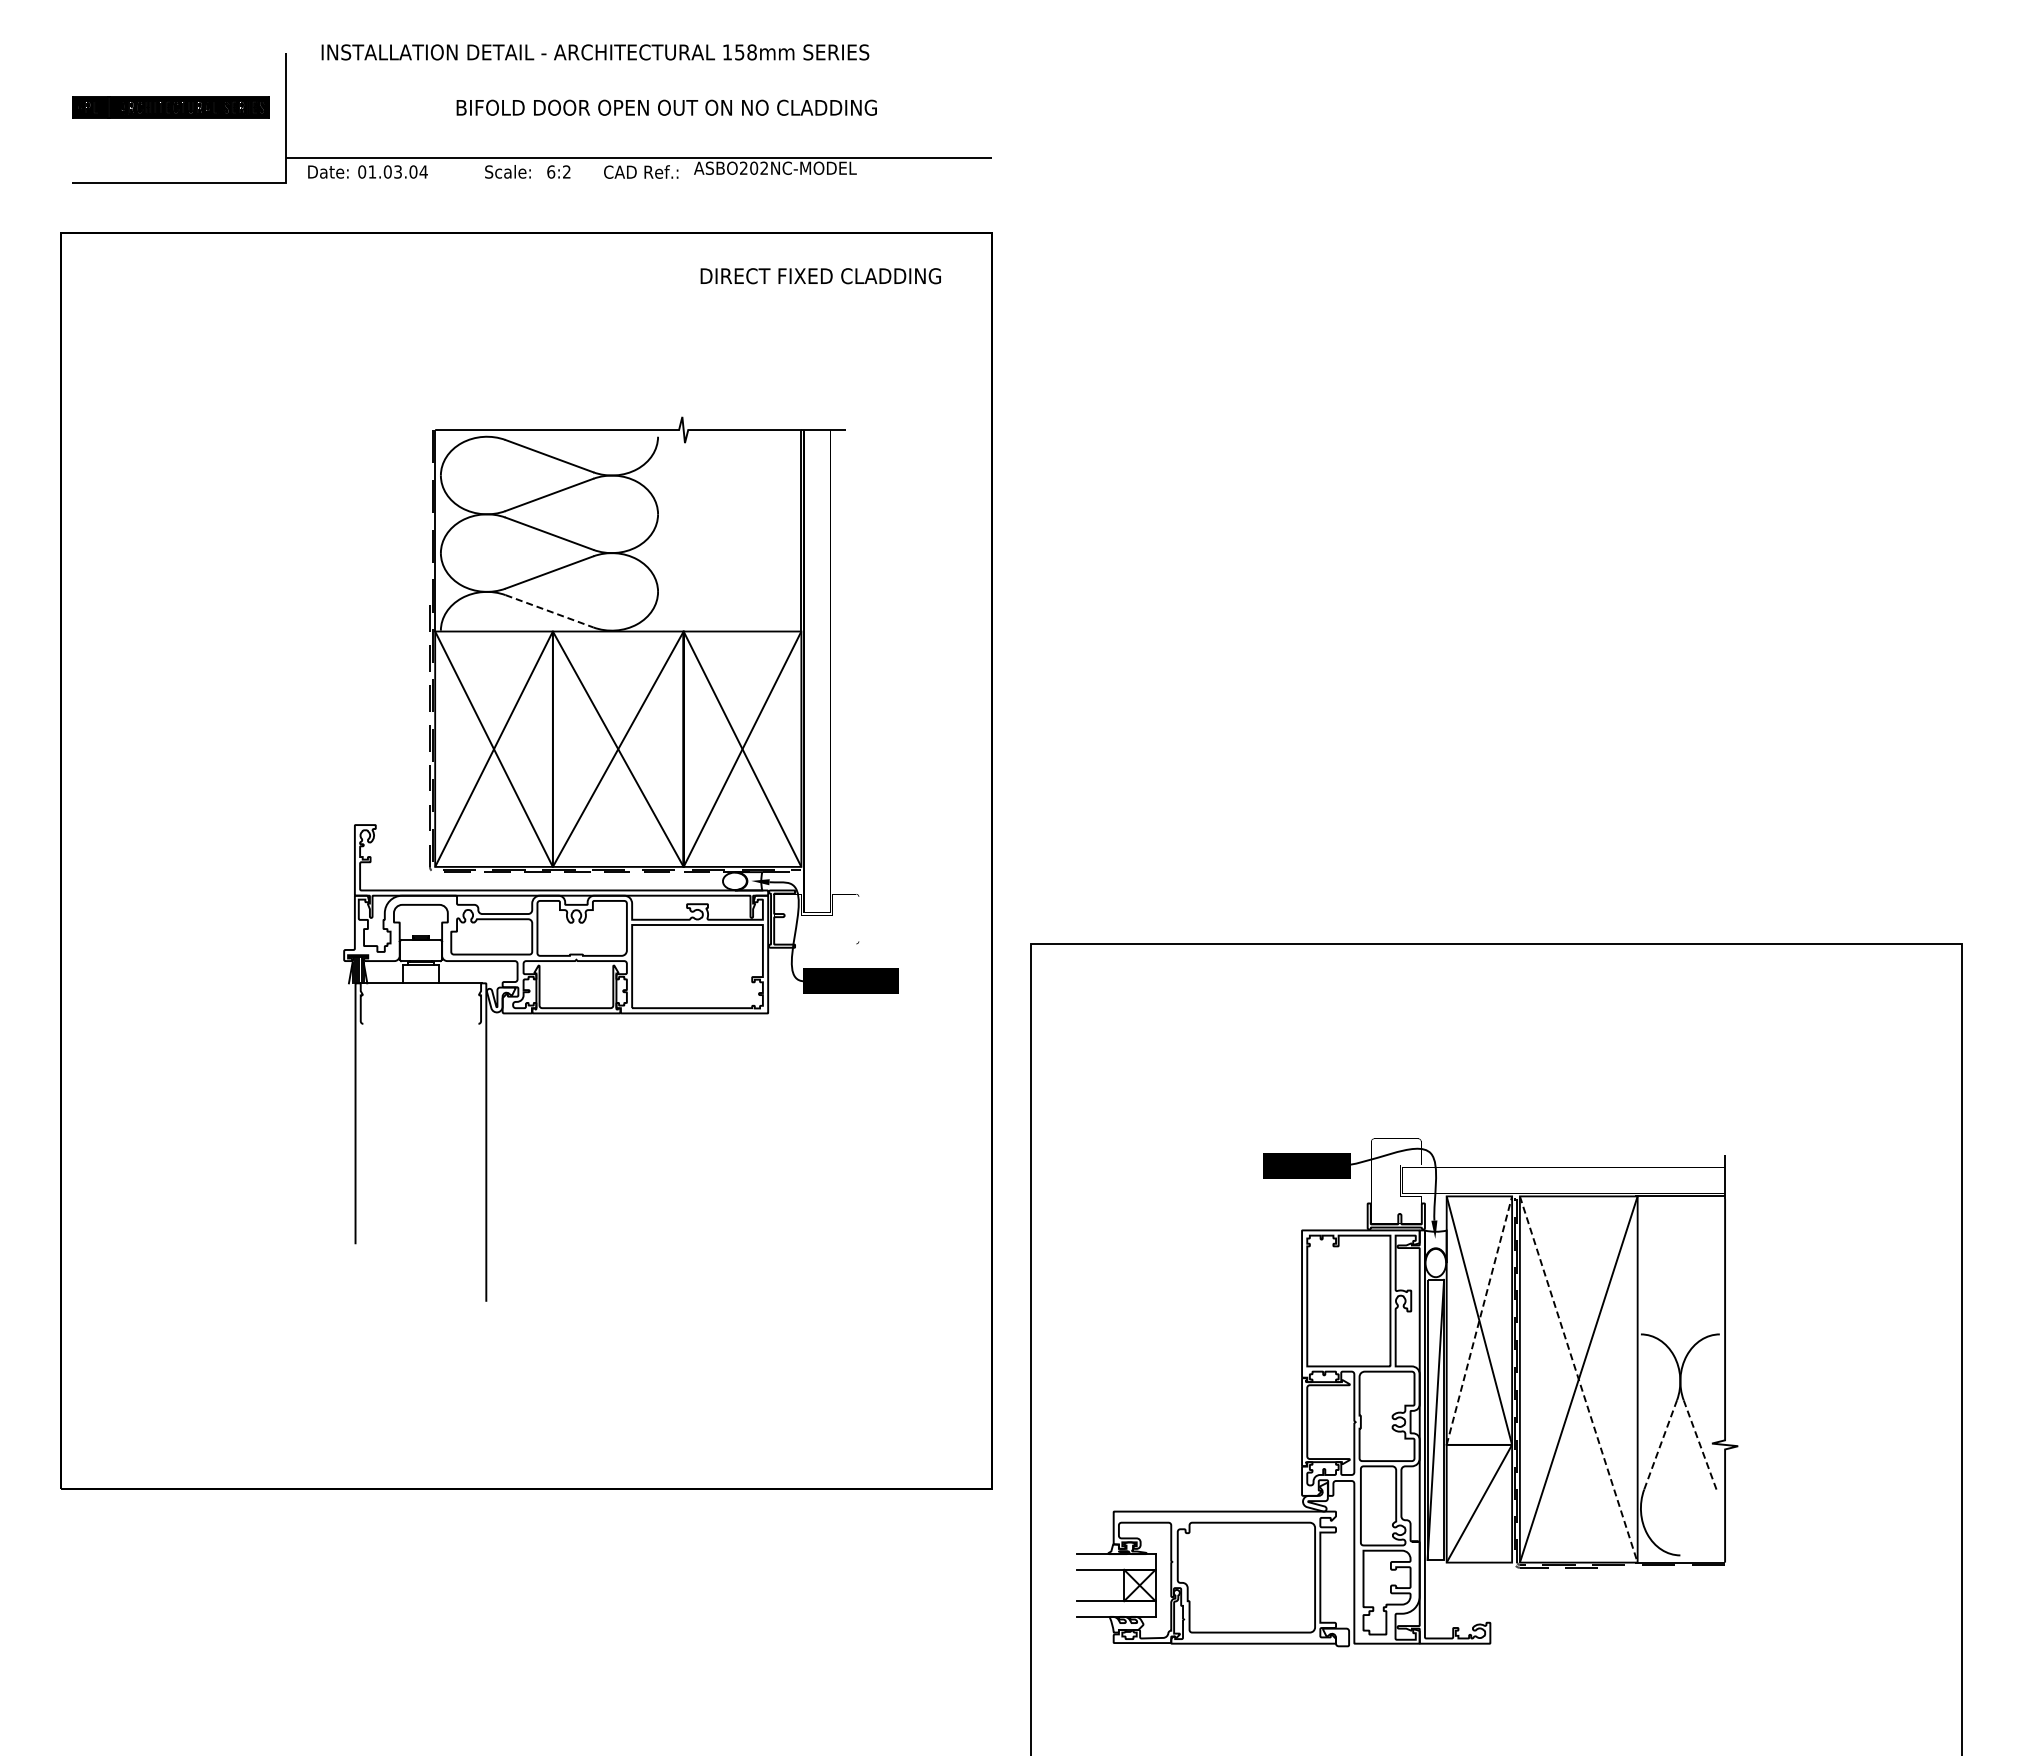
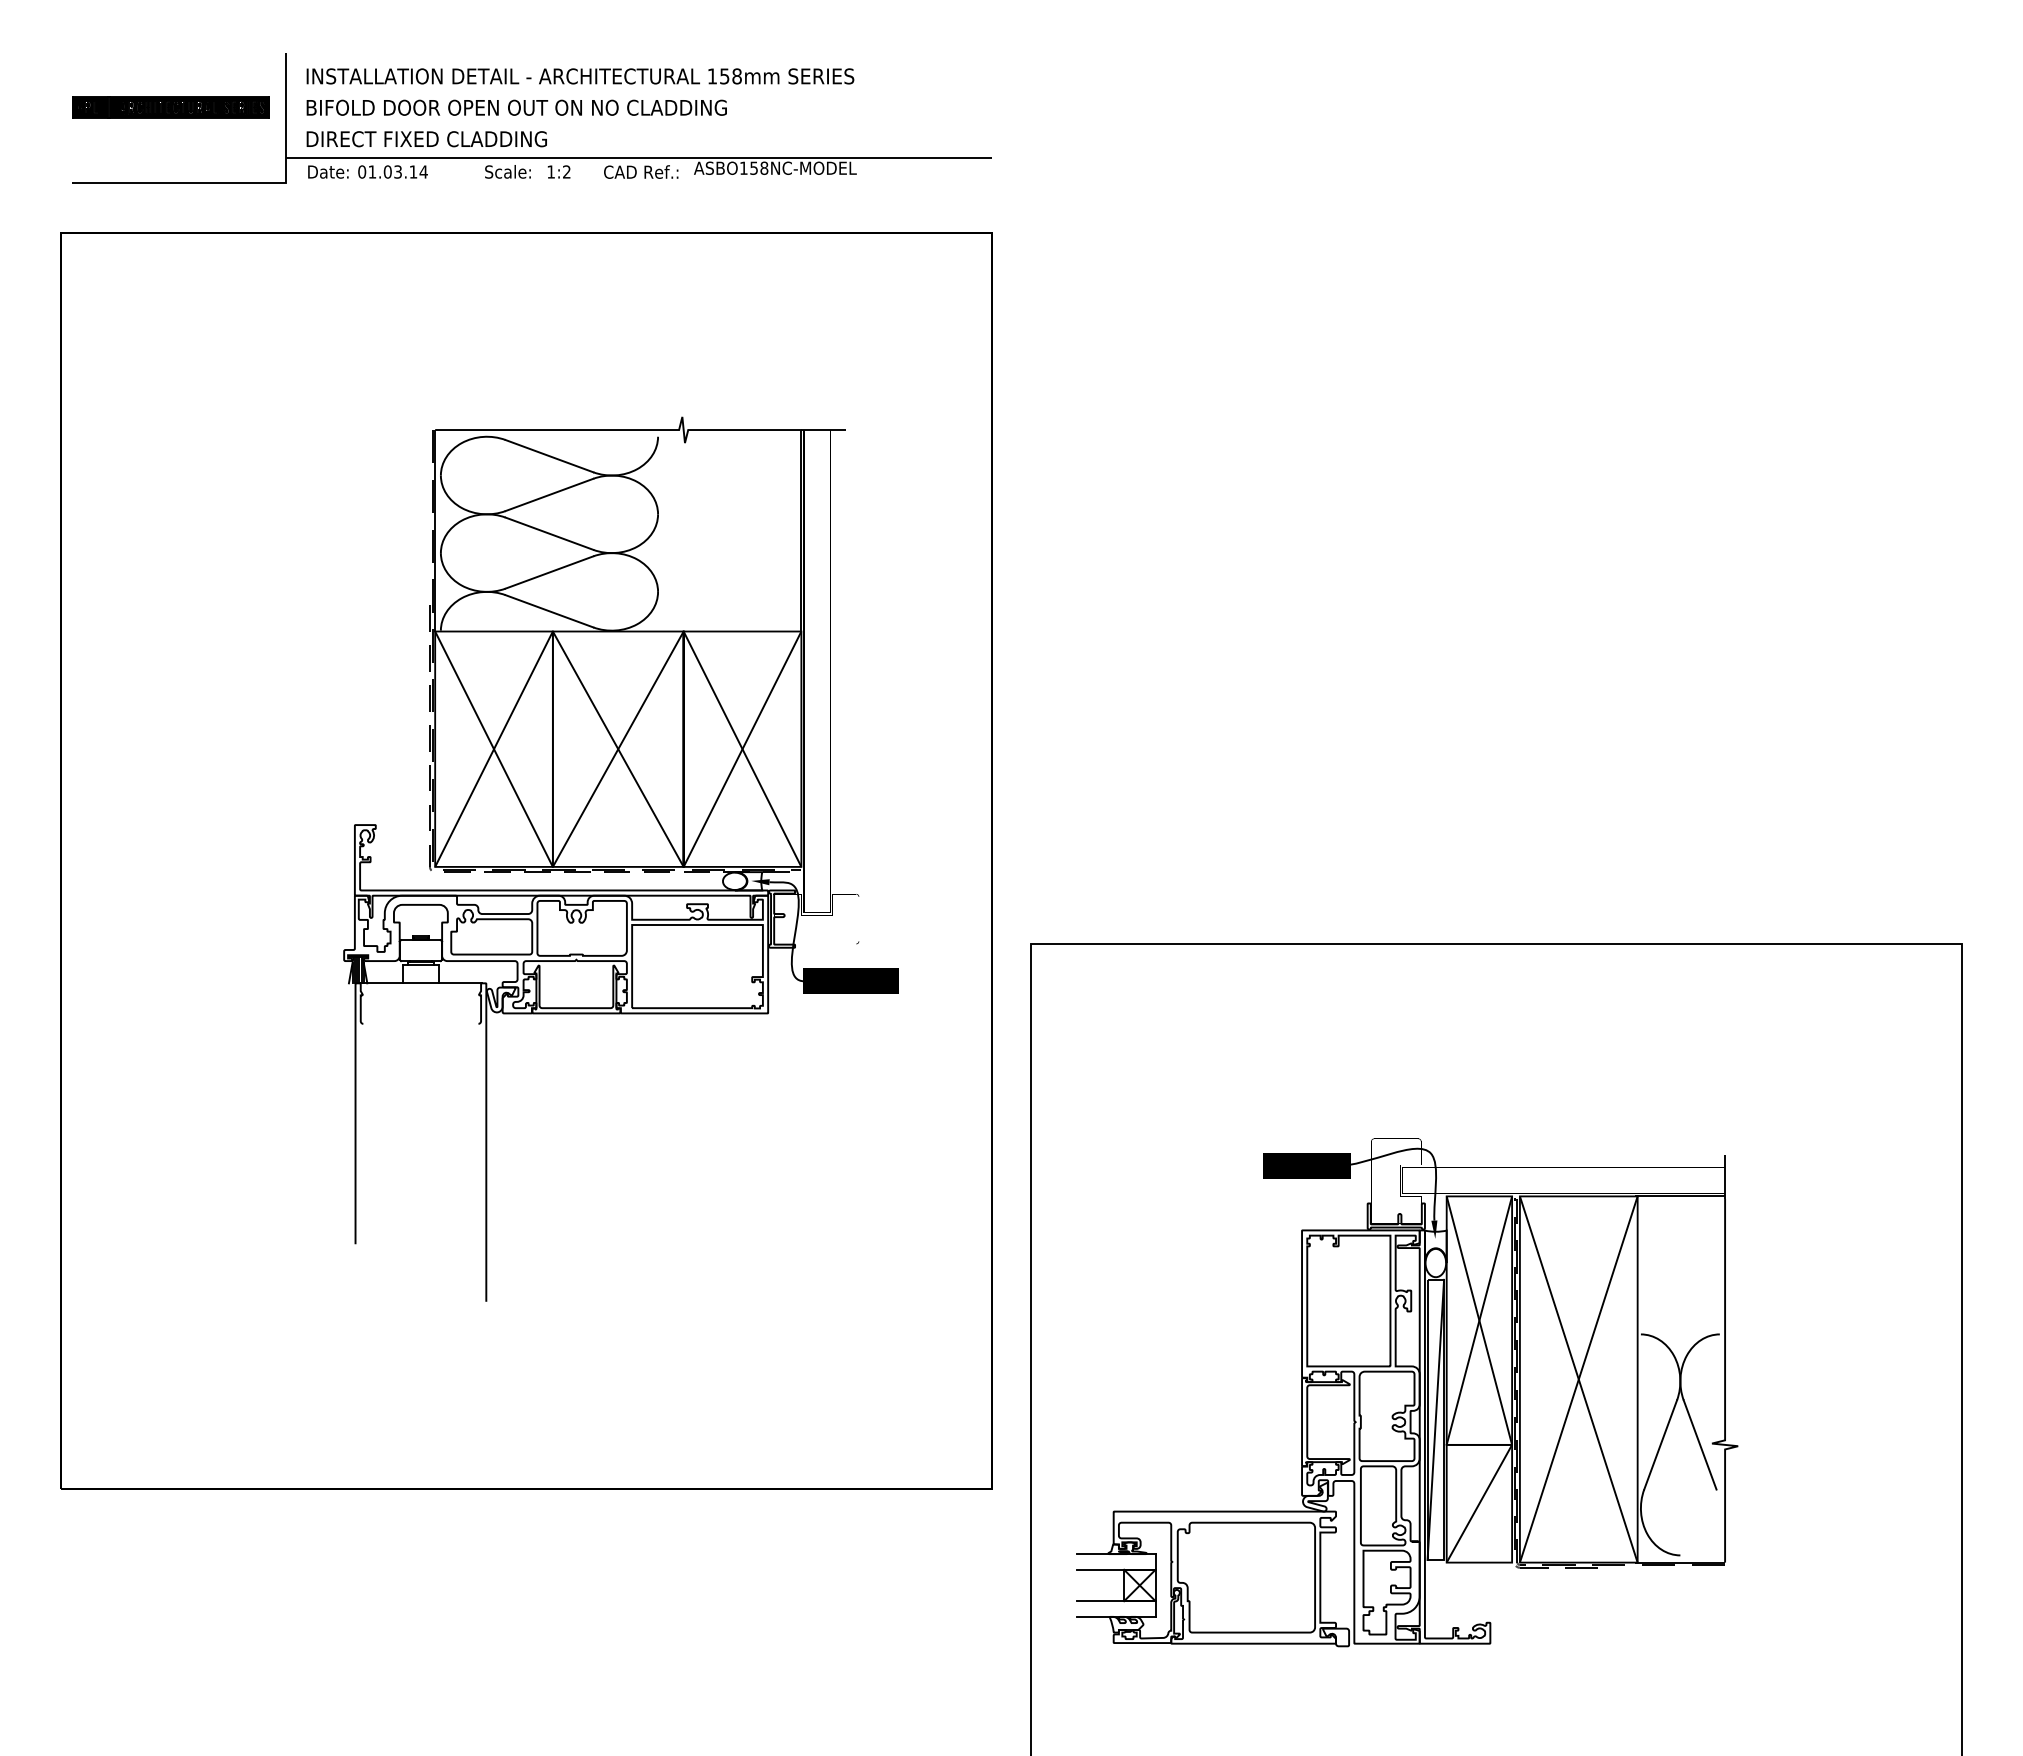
text at (595, 52) position: (595, 52) -> (580, 76)
text at (666, 107) position: (666, 107) -> (516, 107)
text at (754, 167): ASBO202NC-MODEL -> ASBO158NC-MODEL
text at (413, 171): 01.03.04 -> 01.03.14
text at (551, 171): 6:2 -> 1:2
text at (820, 276) position: (820, 276) -> (426, 139)
line at (549, 611): dashed -> solid
line at (1479, 1320): dashed -> solid
line at (1578, 1379): dashed -> solid
line at (1660, 1444): dashed -> solid
line at (1700, 1444): dashed -> solid
